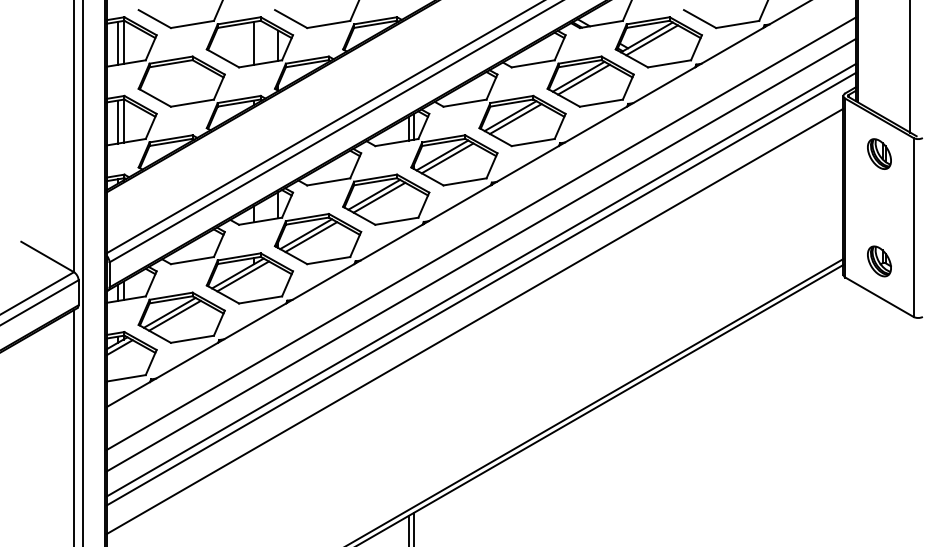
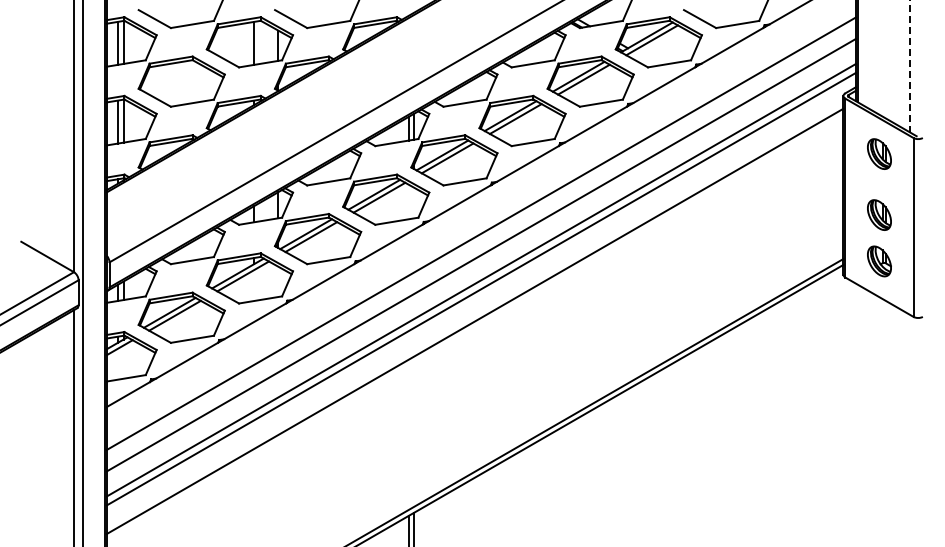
line at (910, 66): solid -> dashed
line at (323, 127): present -> none
part at (879, 214): none -> present
